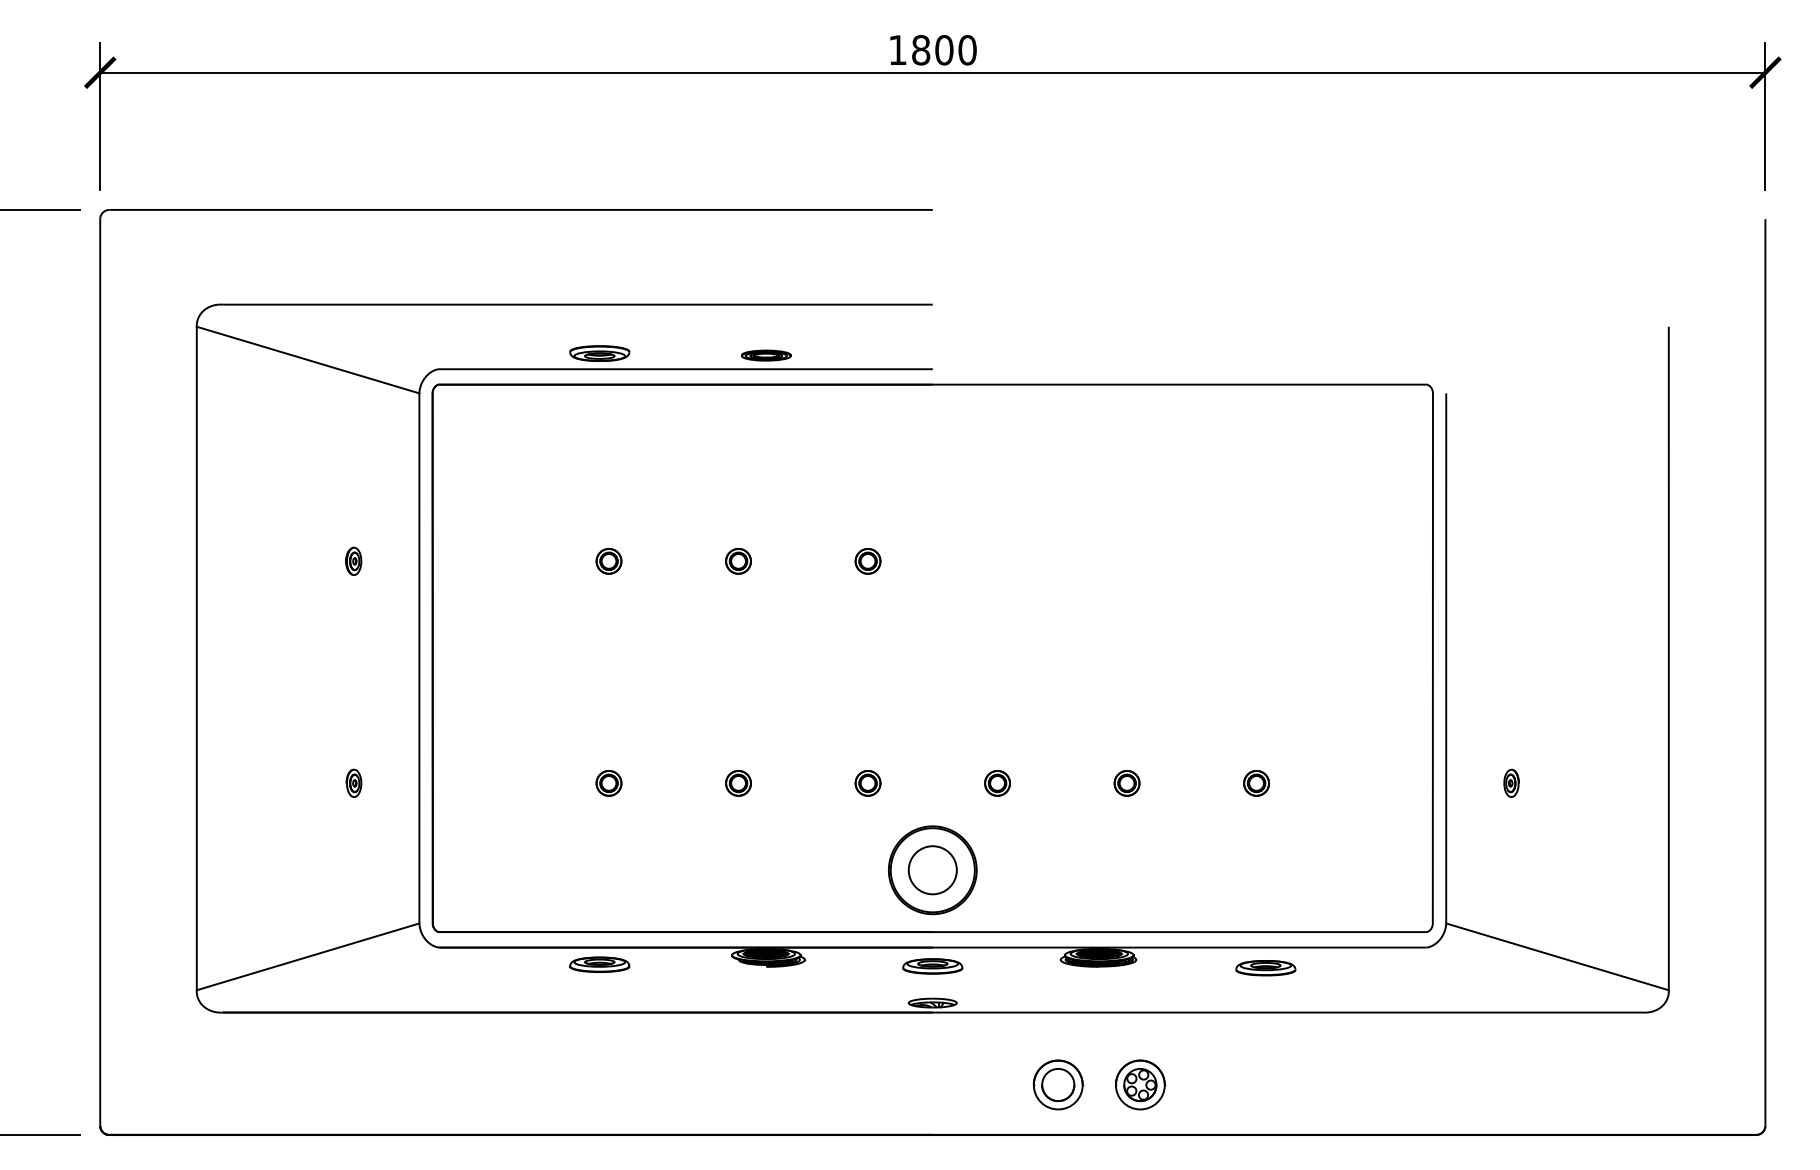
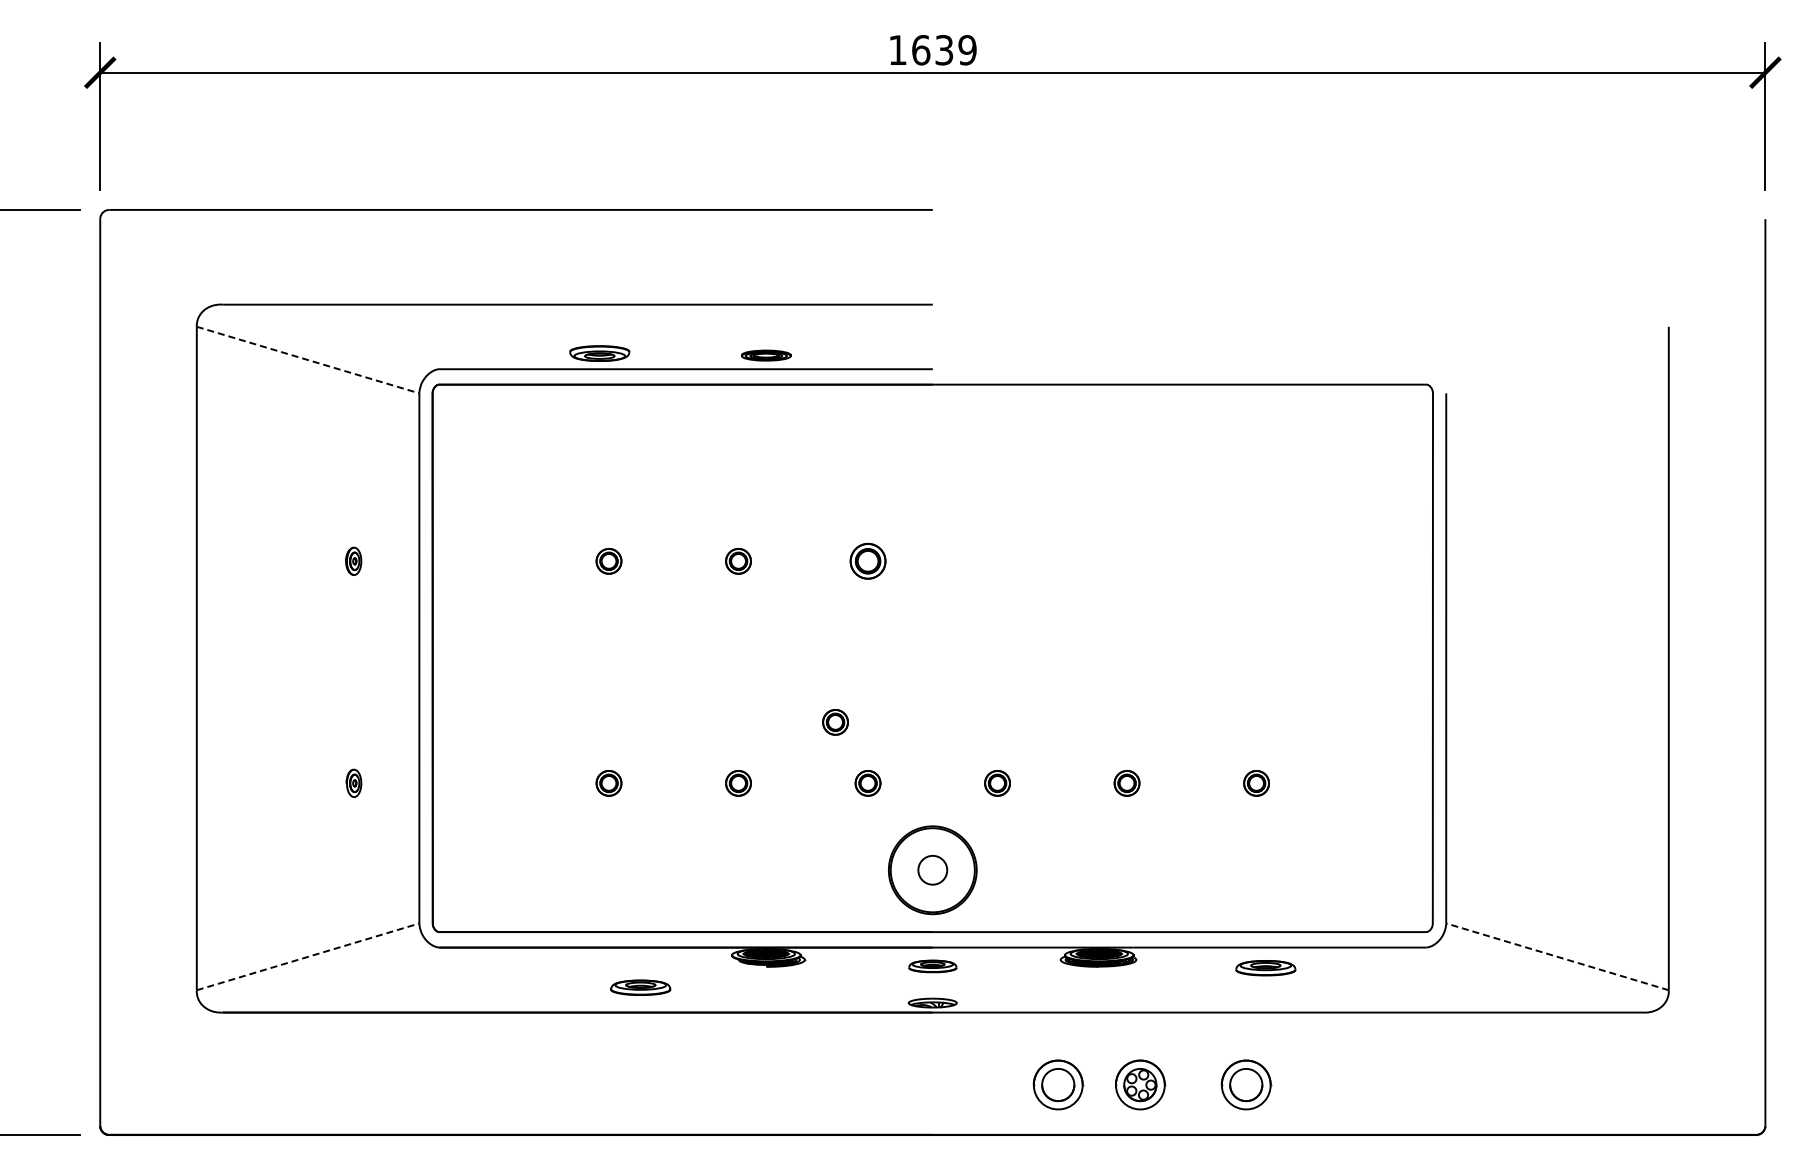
text at (944, 50): 1800 -> 1639
line at (308, 360): solid -> dashed
part at (867, 561) size: 28x27 px -> 38x37 px
part at (835, 722): none -> present
part at (1511, 782): present -> none
circle at (932, 870) diameter: 48 px -> 29 px
line at (308, 956): solid -> dashed
line at (1557, 956): solid -> dashed
part at (599, 964) position: (599, 964) -> (640, 987)
part at (932, 966) size: 62x17 px -> 50x15 px
part at (1246, 1084): none -> present
